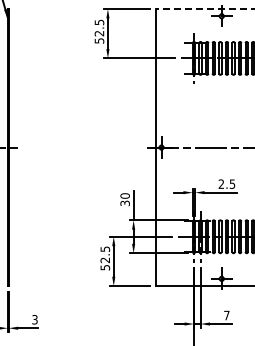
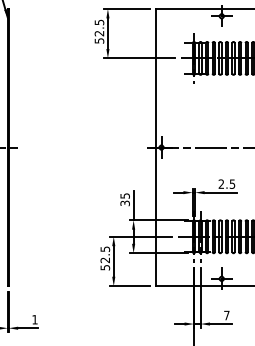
line at (205, 9): dashed -> solid
text at (124, 195): 30 -> 35
text at (34, 319): 3 -> 1
